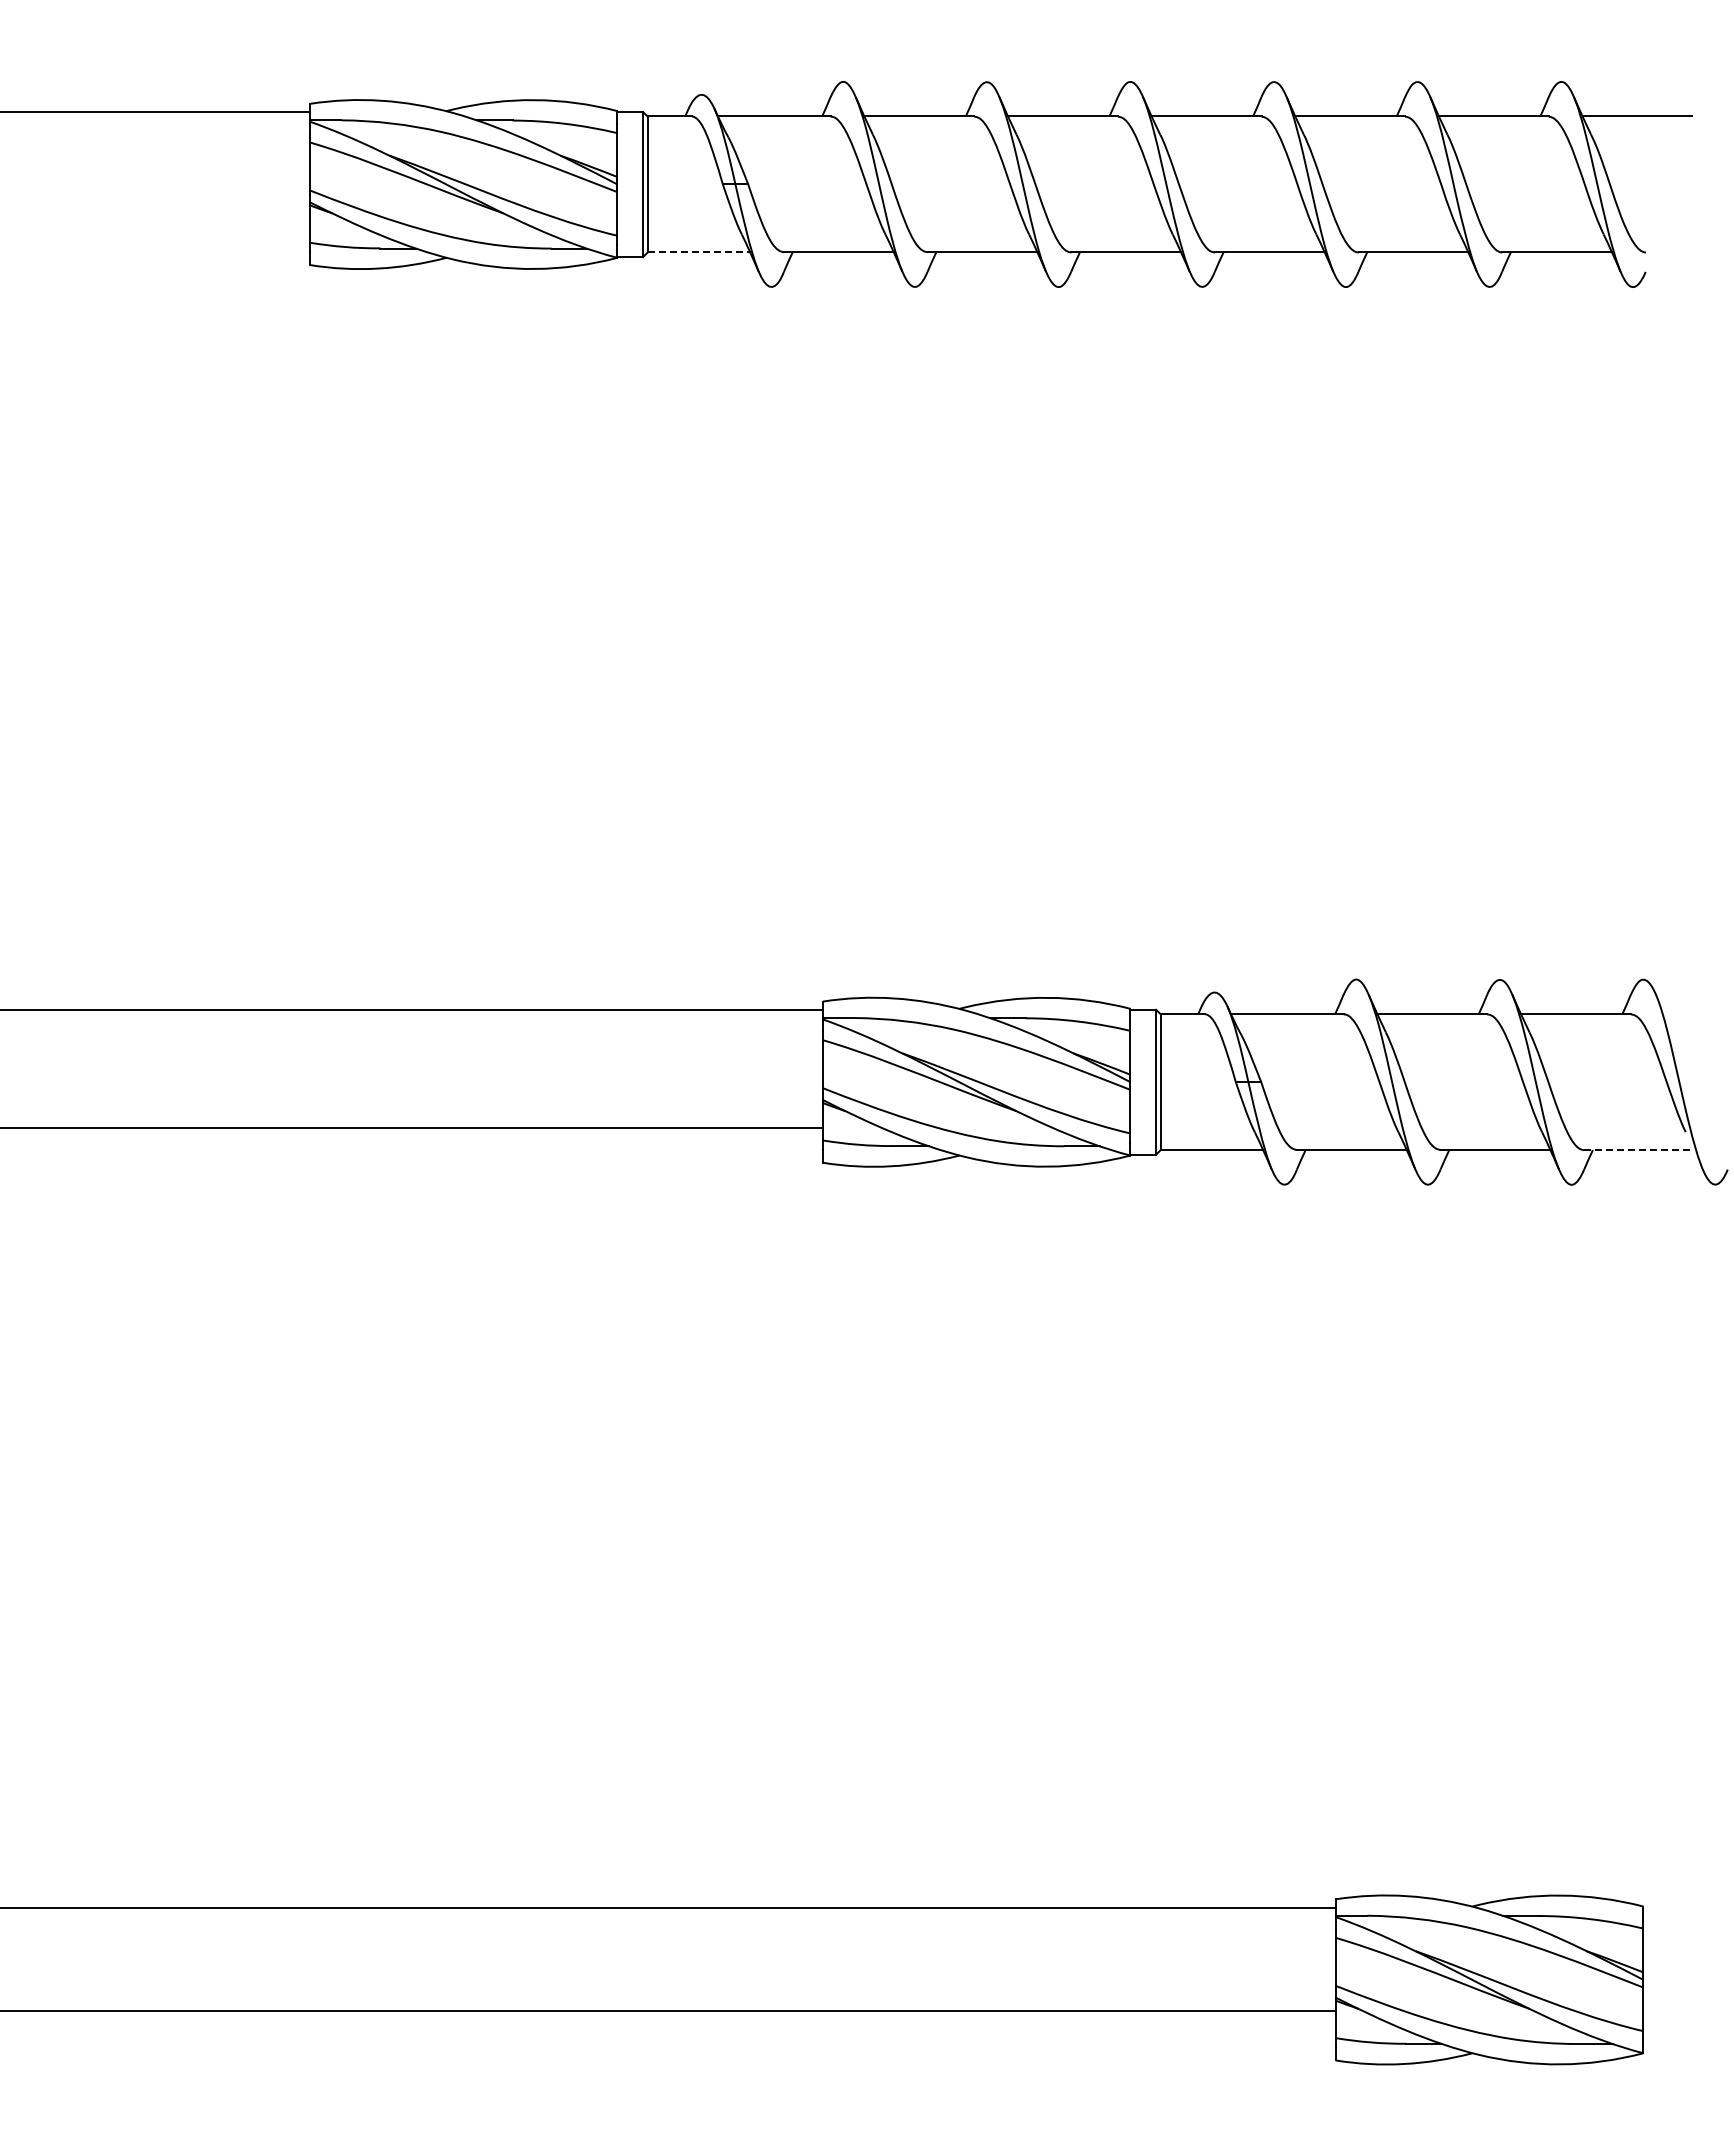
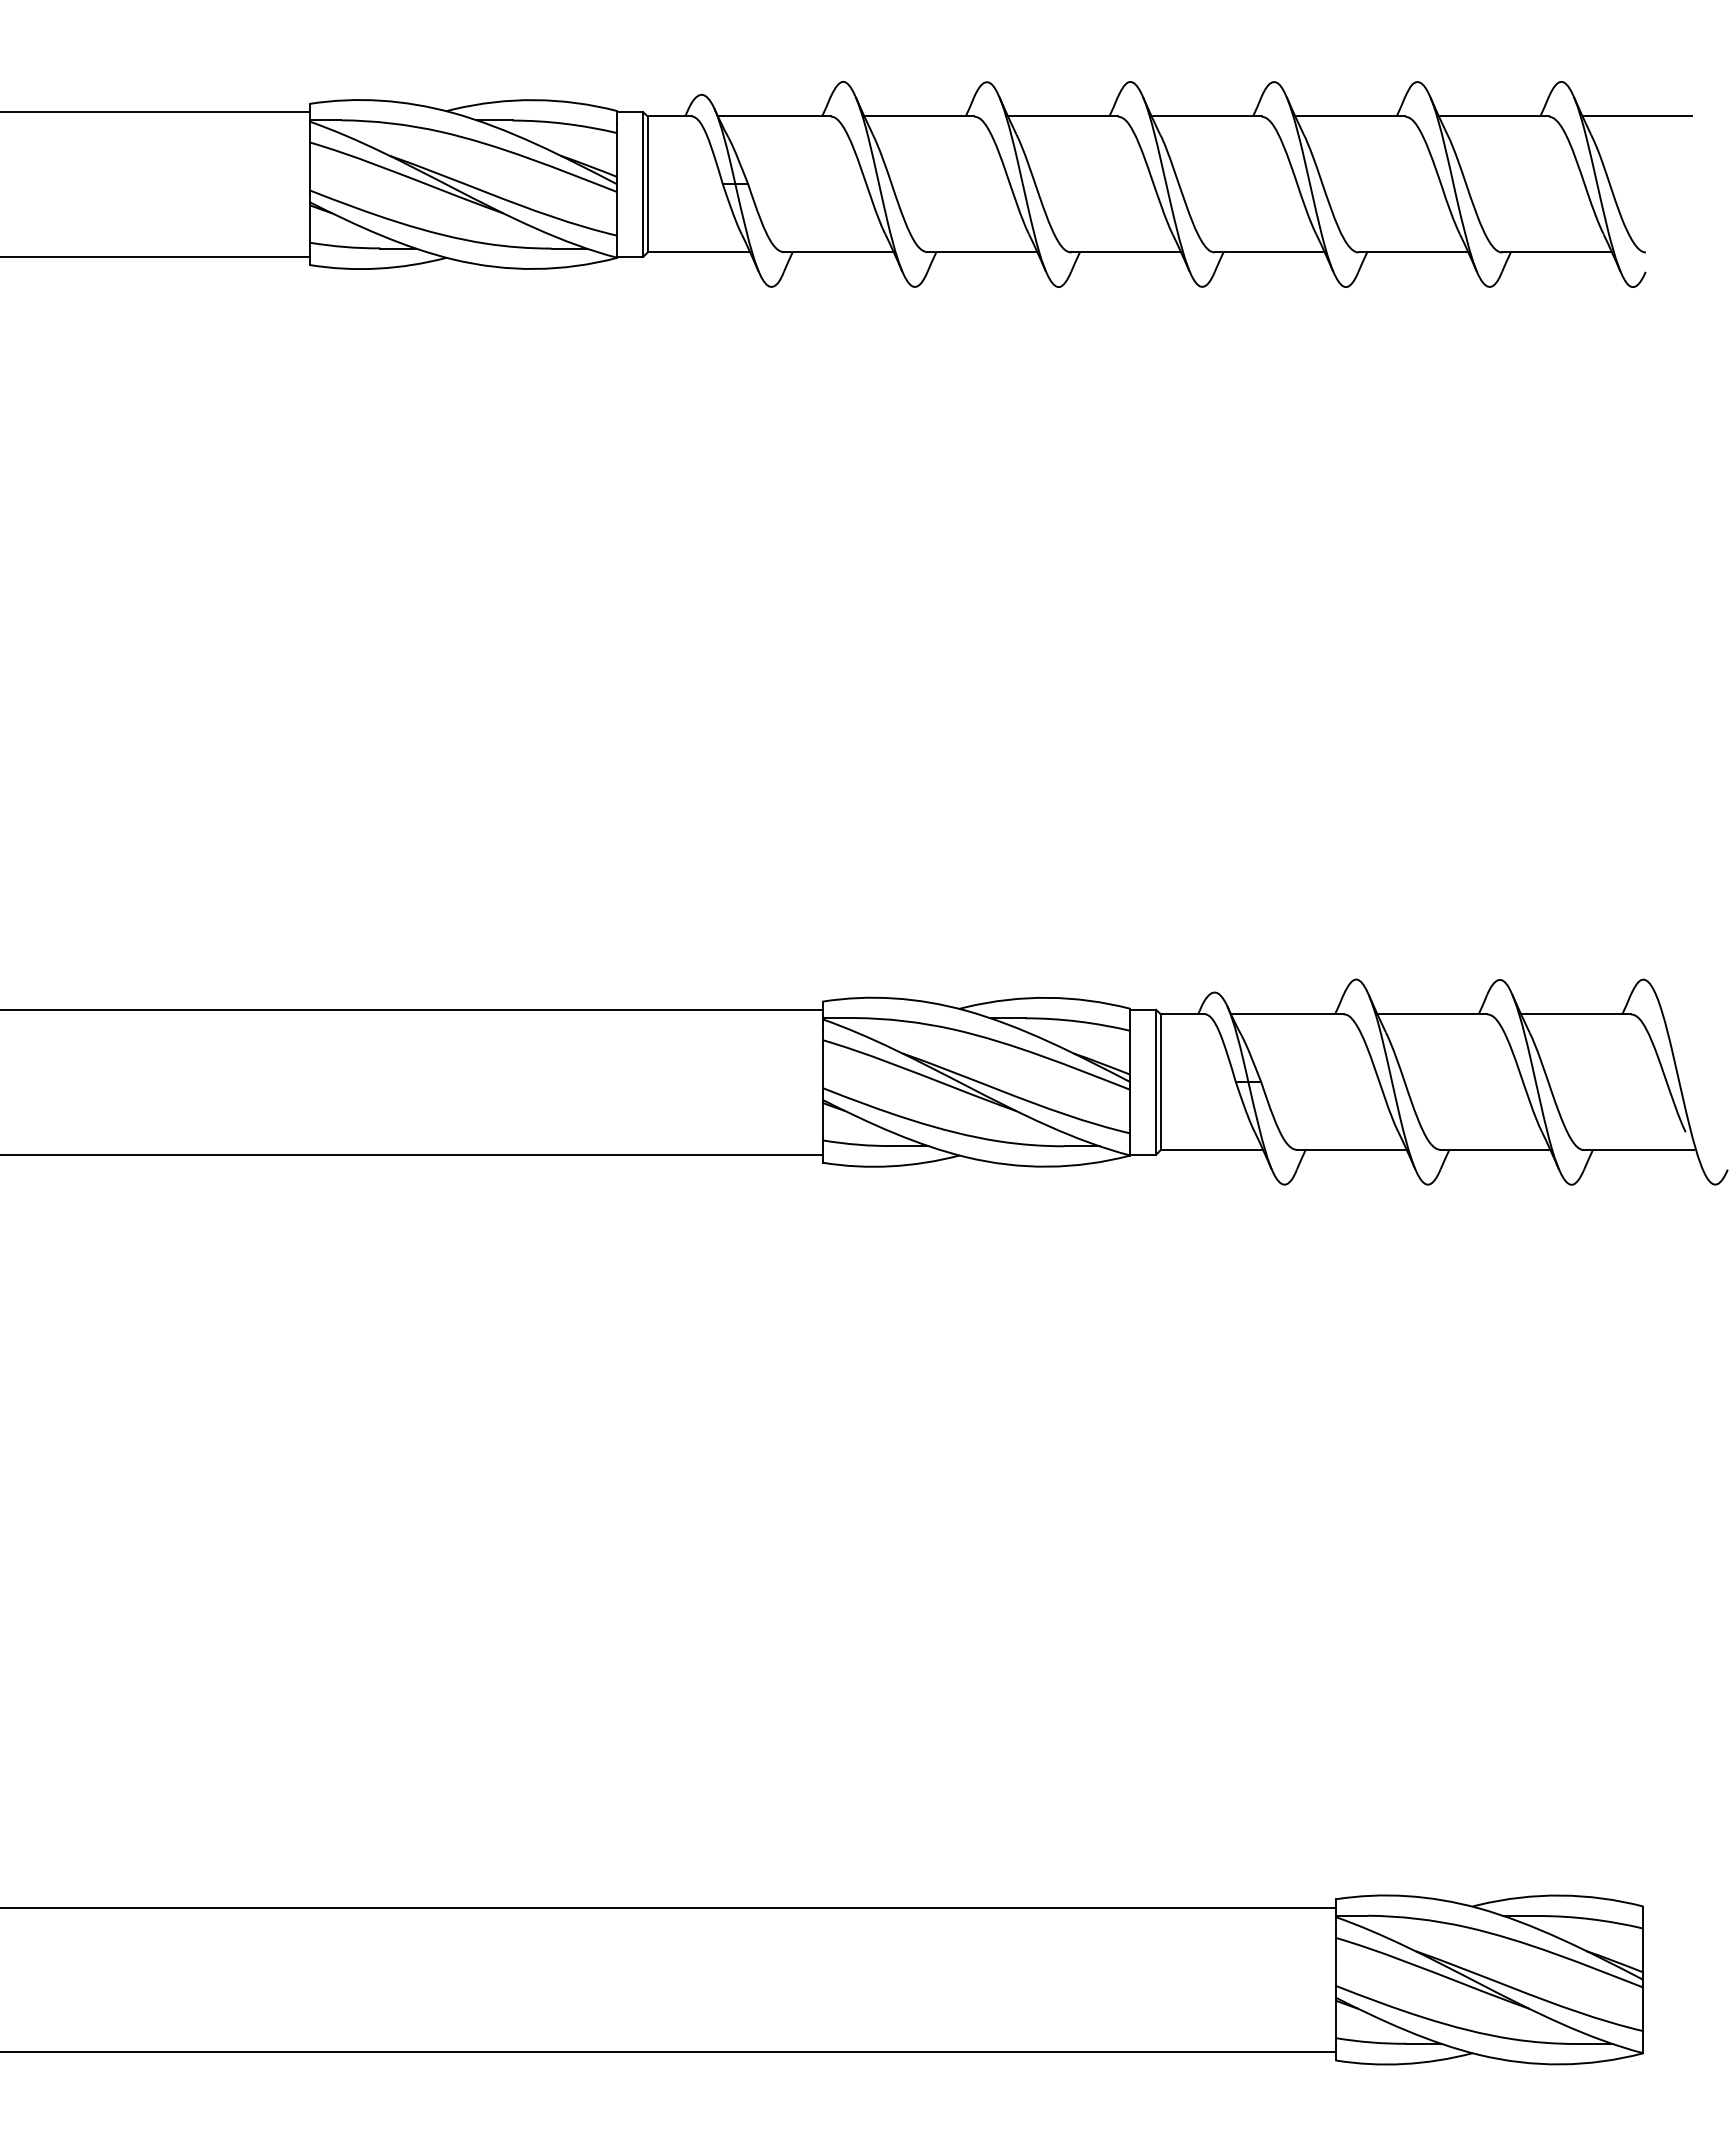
line at (699, 252): dashed -> solid
line at (155, 257): none -> present
line at (412, 1127) position: (412, 1127) -> (412, 1154)
line at (1639, 1150): dashed -> solid
line at (668, 2011) position: (668, 2011) -> (668, 2052)
